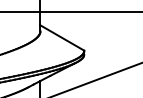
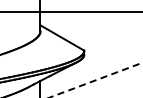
line at (95, 80): solid -> dashed
